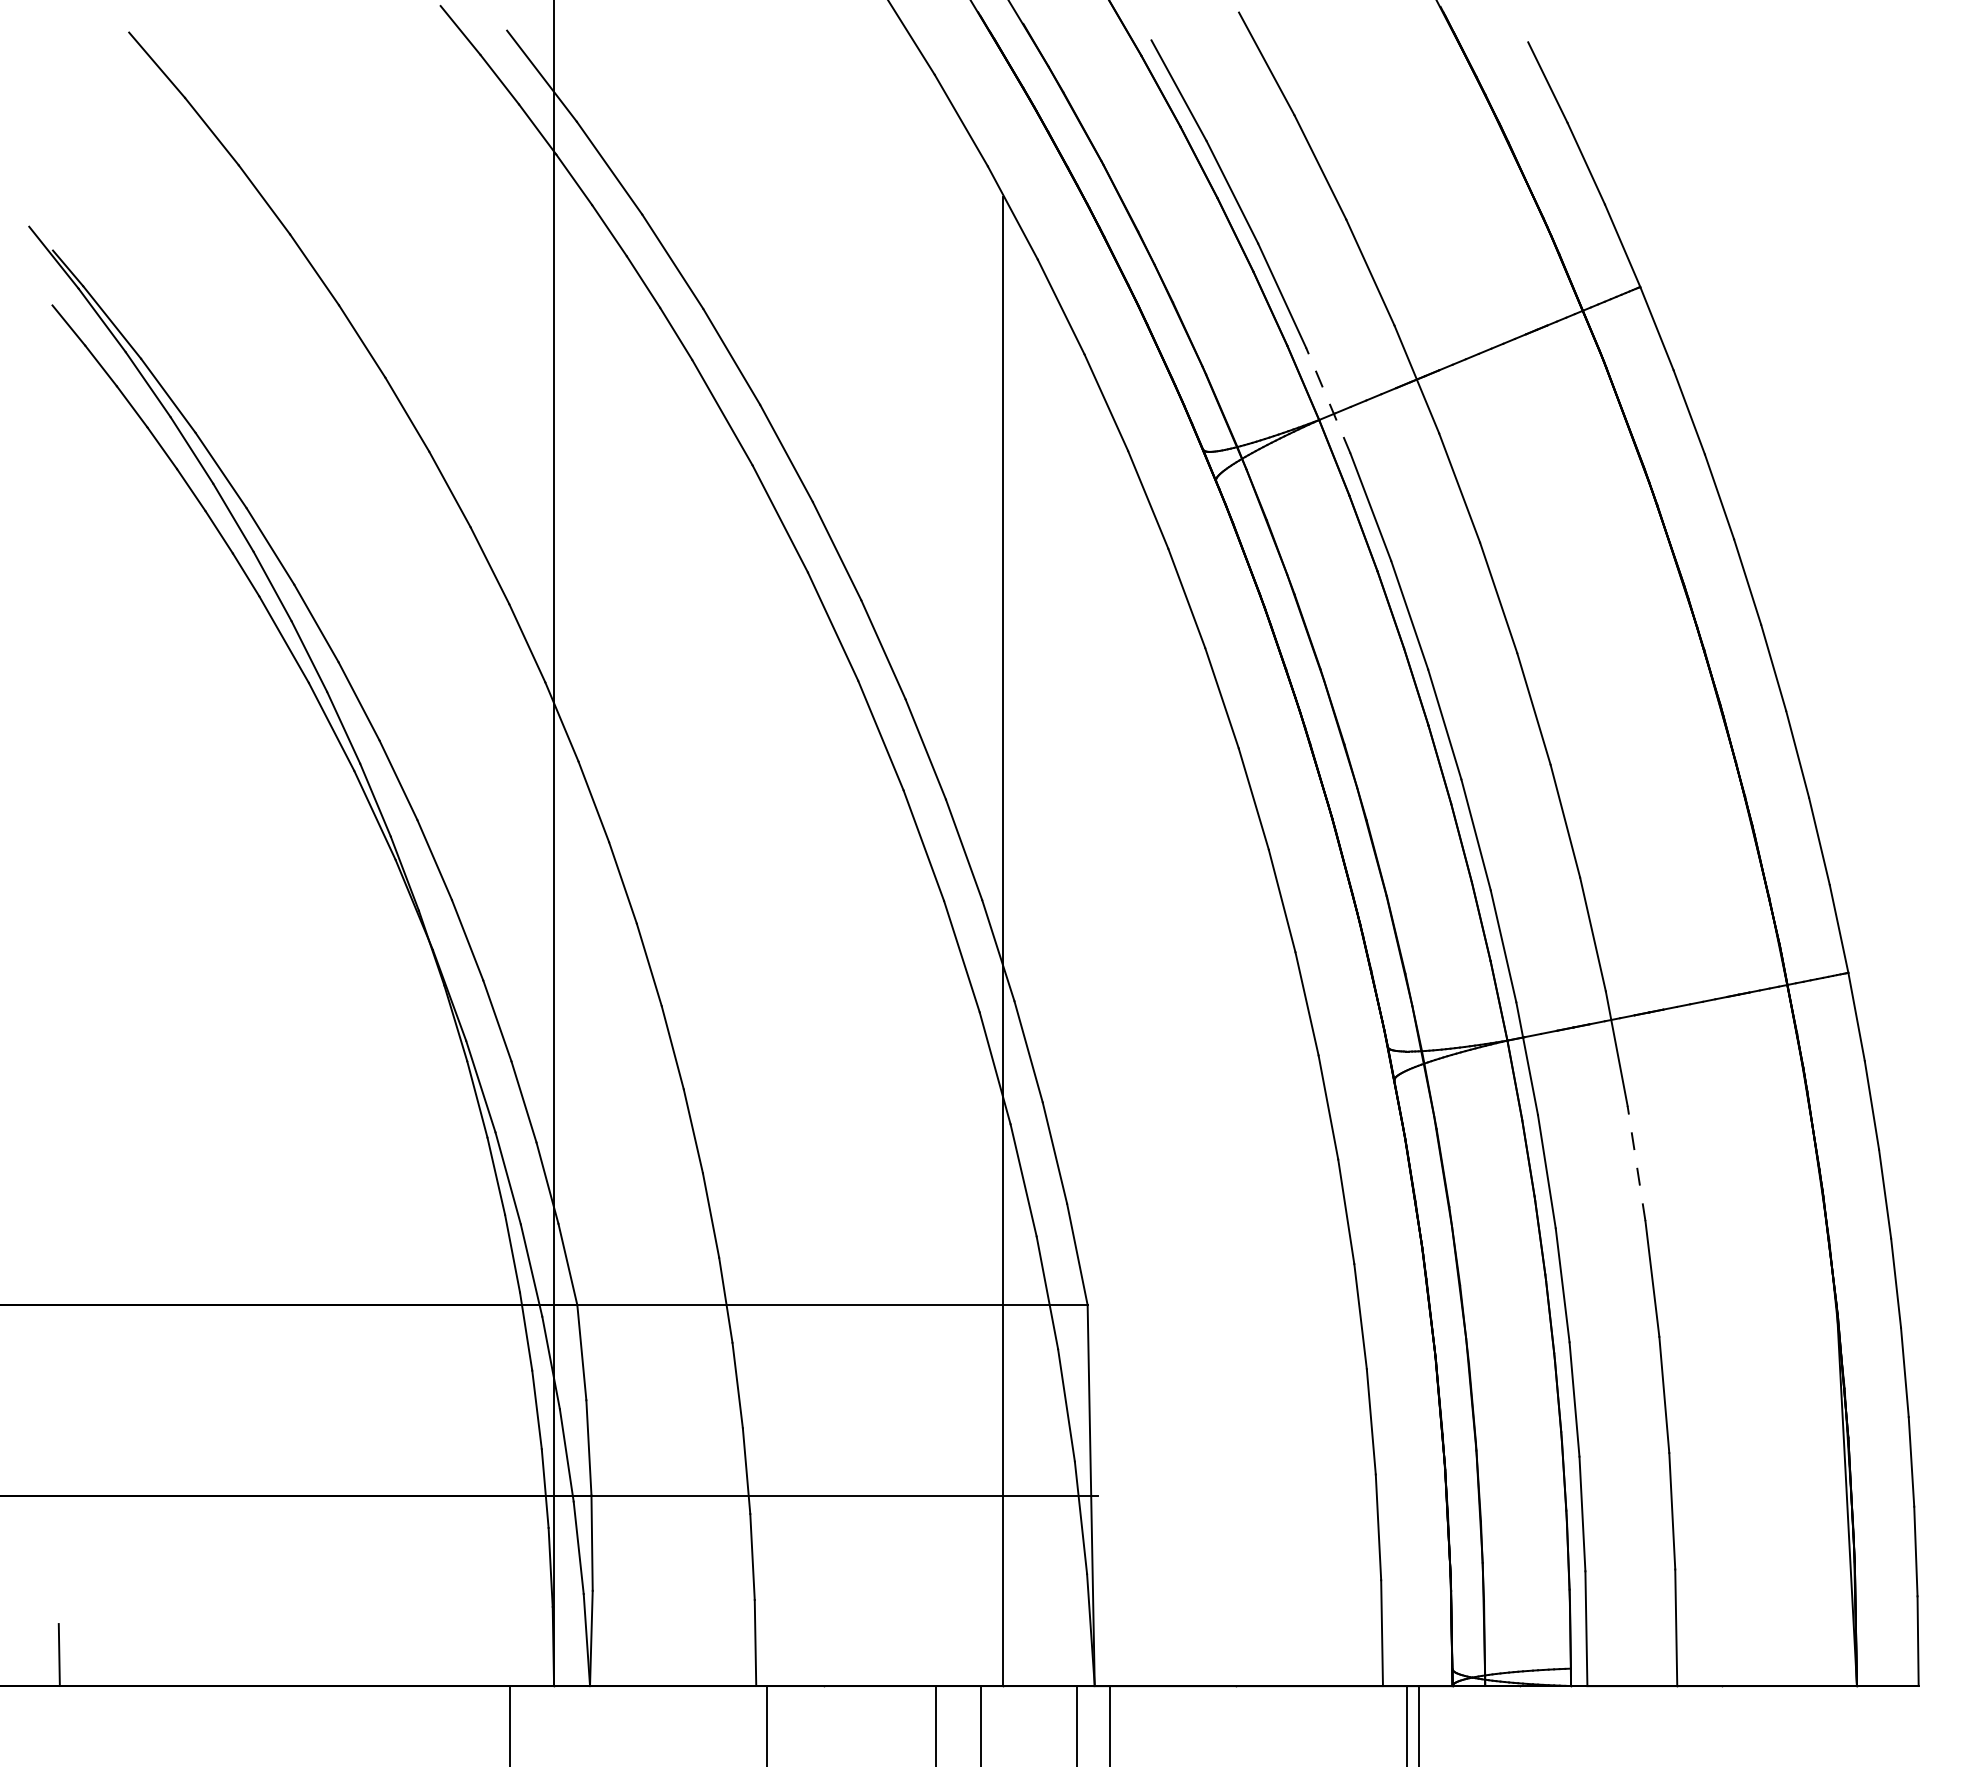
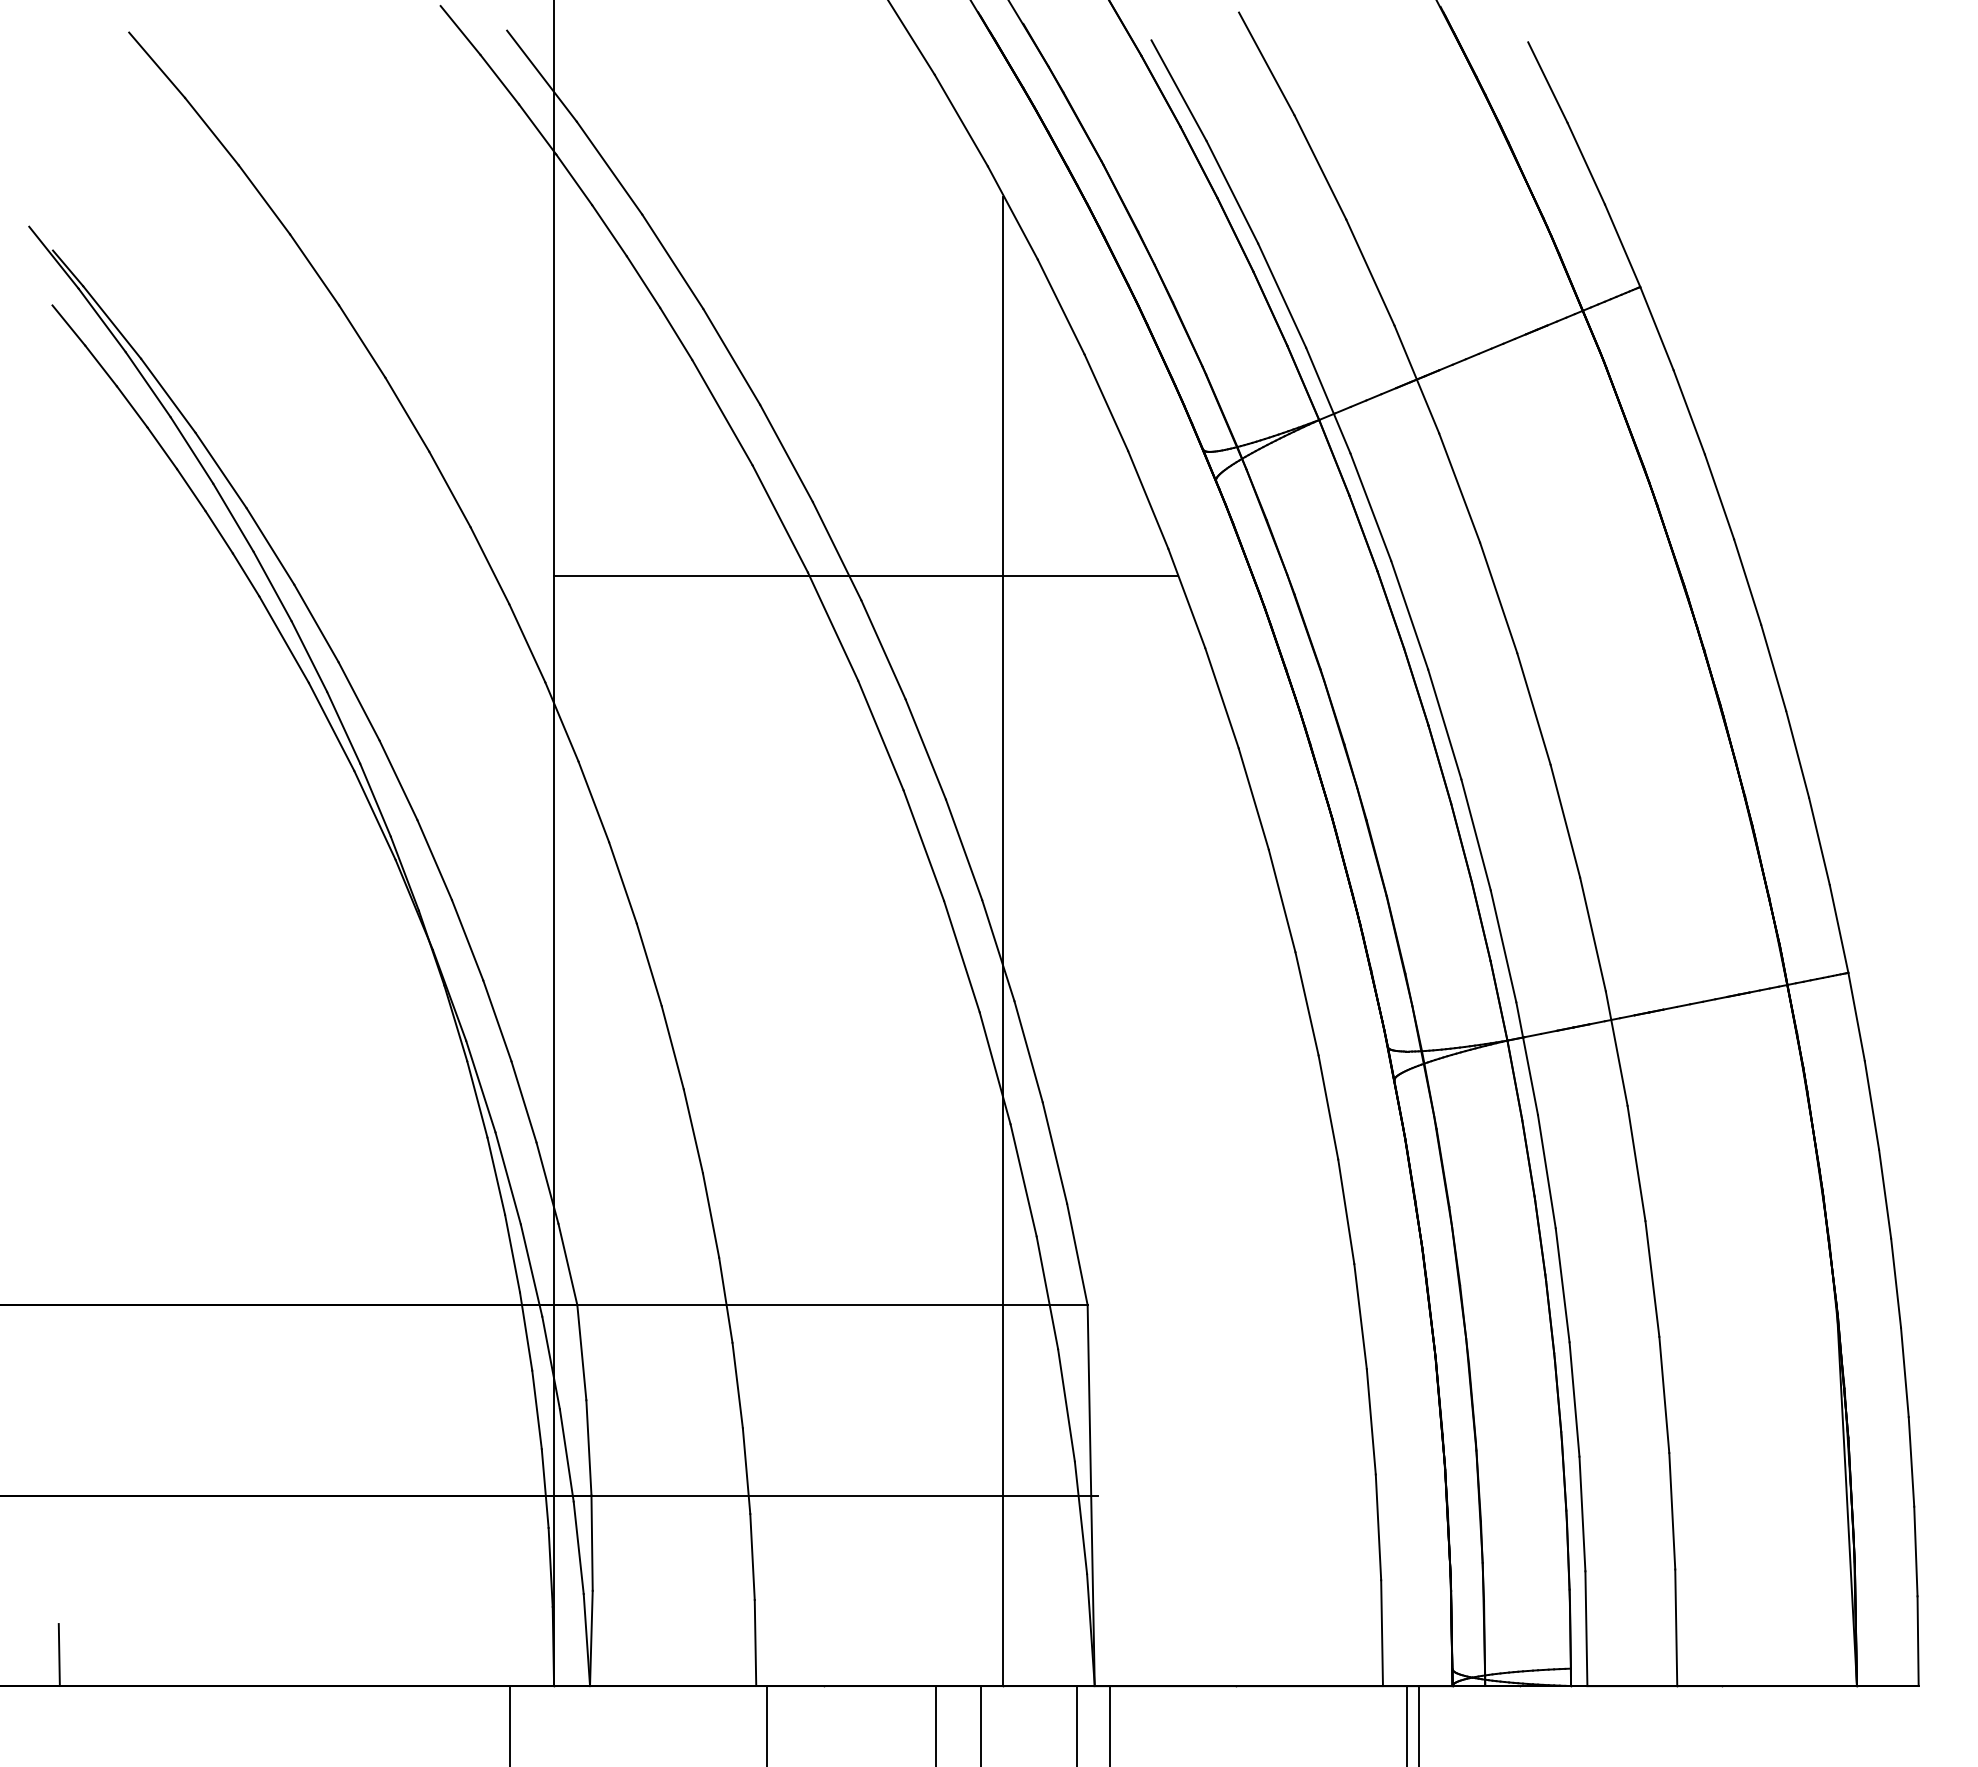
line at (1328, 400): dashed -> solid
line at (865, 576): none -> present
line at (1636, 1163): dashed -> solid
